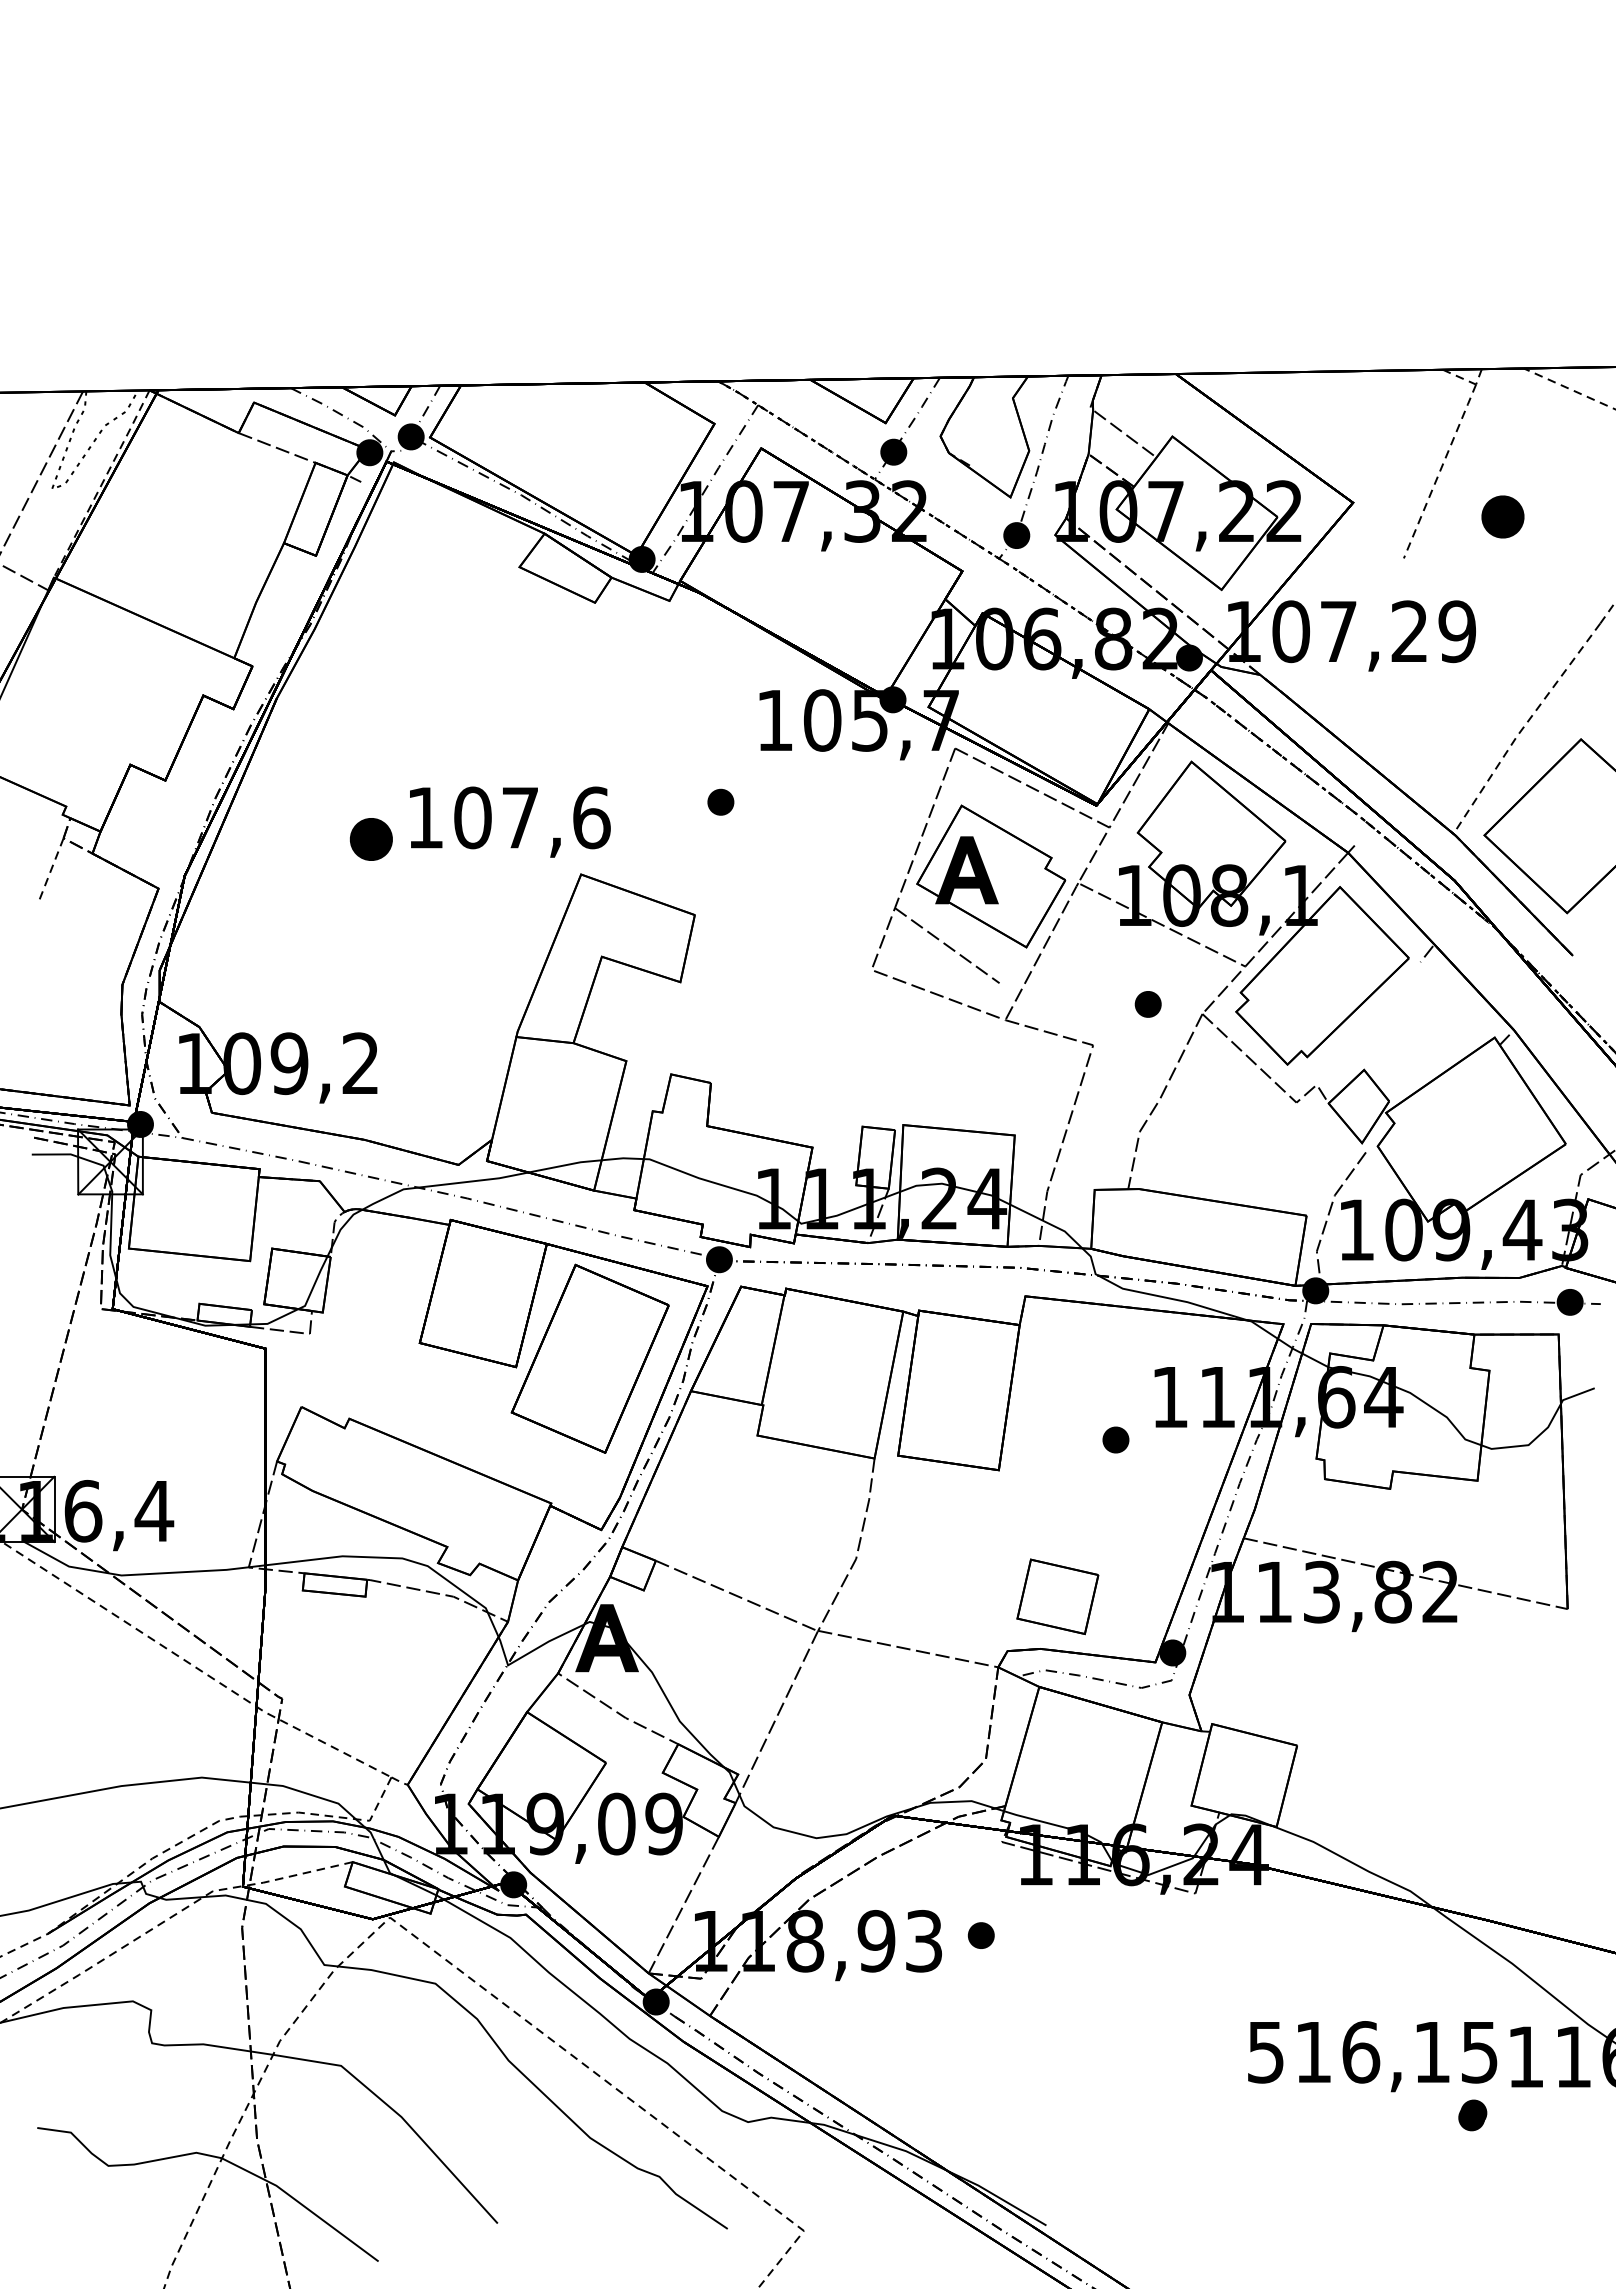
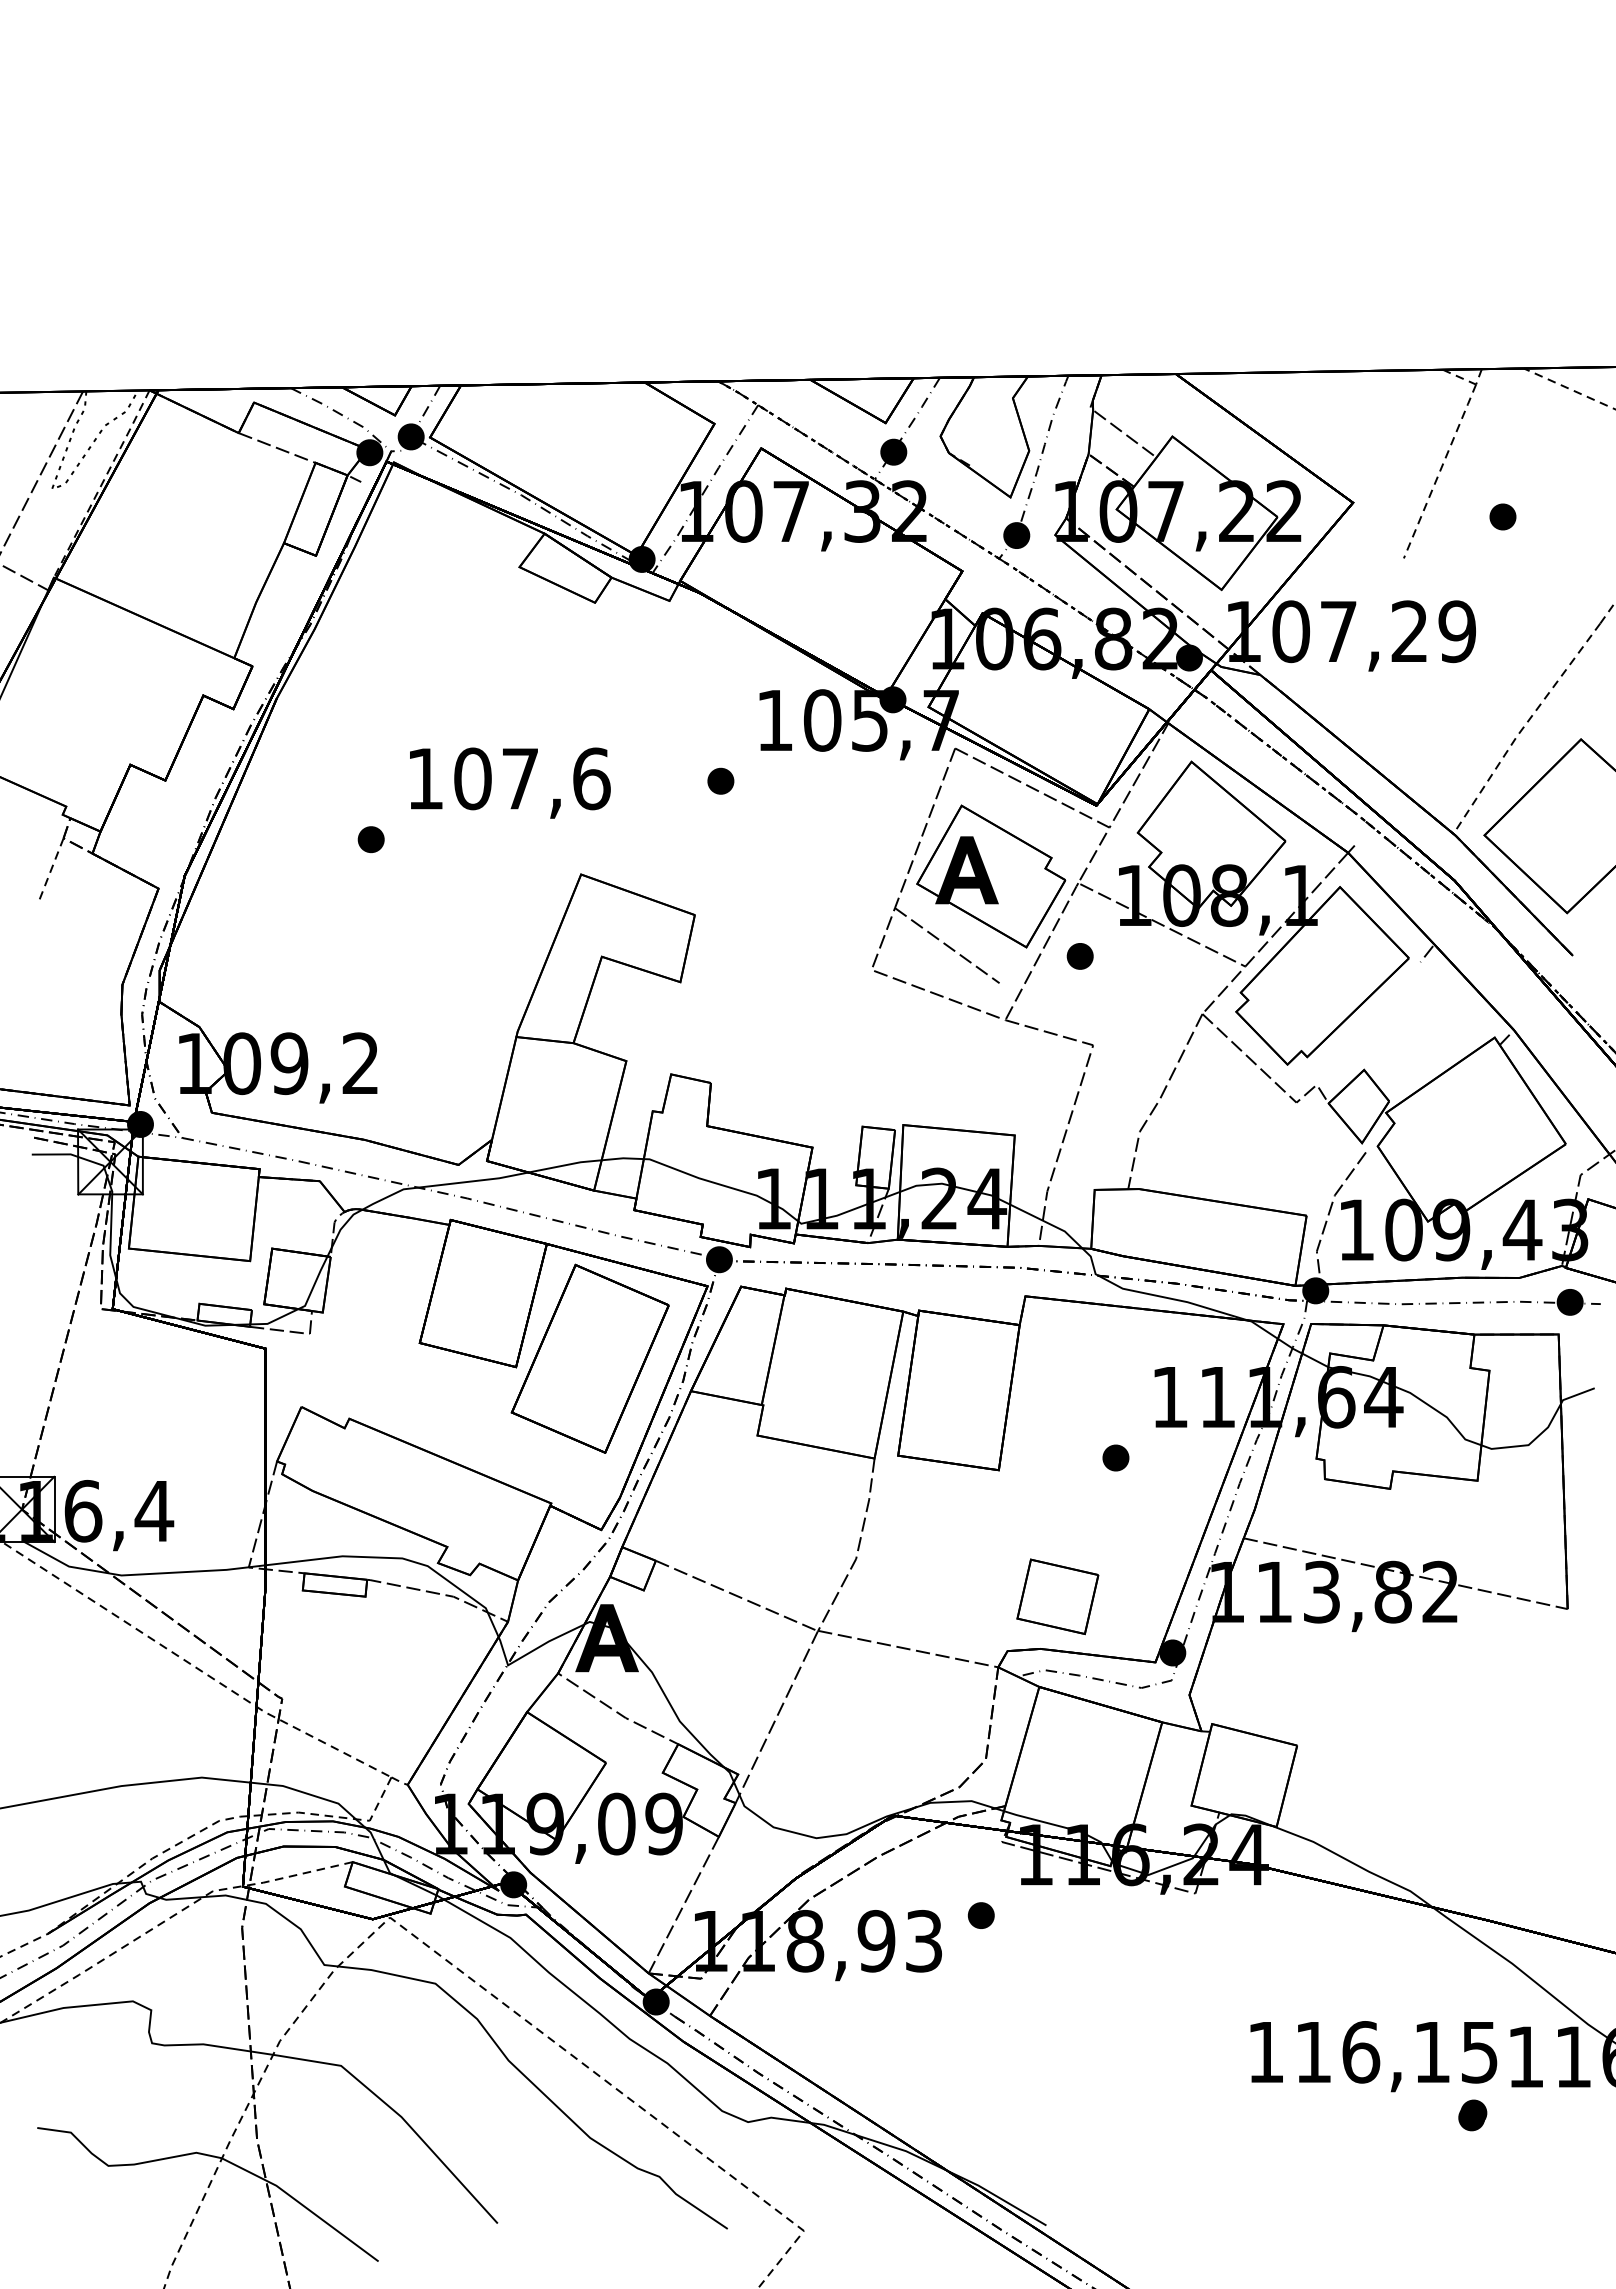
part at (1502, 516) size: 44x44 px -> 28x28 px
part at (720, 801) position: (720, 801) -> (720, 780)
text at (510, 821) position: (510, 821) -> (510, 782)
part at (370, 839) size: 44x43 px -> 28x28 px
part at (1147, 1004) position: (1147, 1004) -> (1079, 956)
part at (1115, 1439) position: (1115, 1439) -> (1115, 1457)
part at (980, 1935) position: (980, 1935) -> (980, 1915)
text at (1265, 2052): 516,15 -> 116,15
